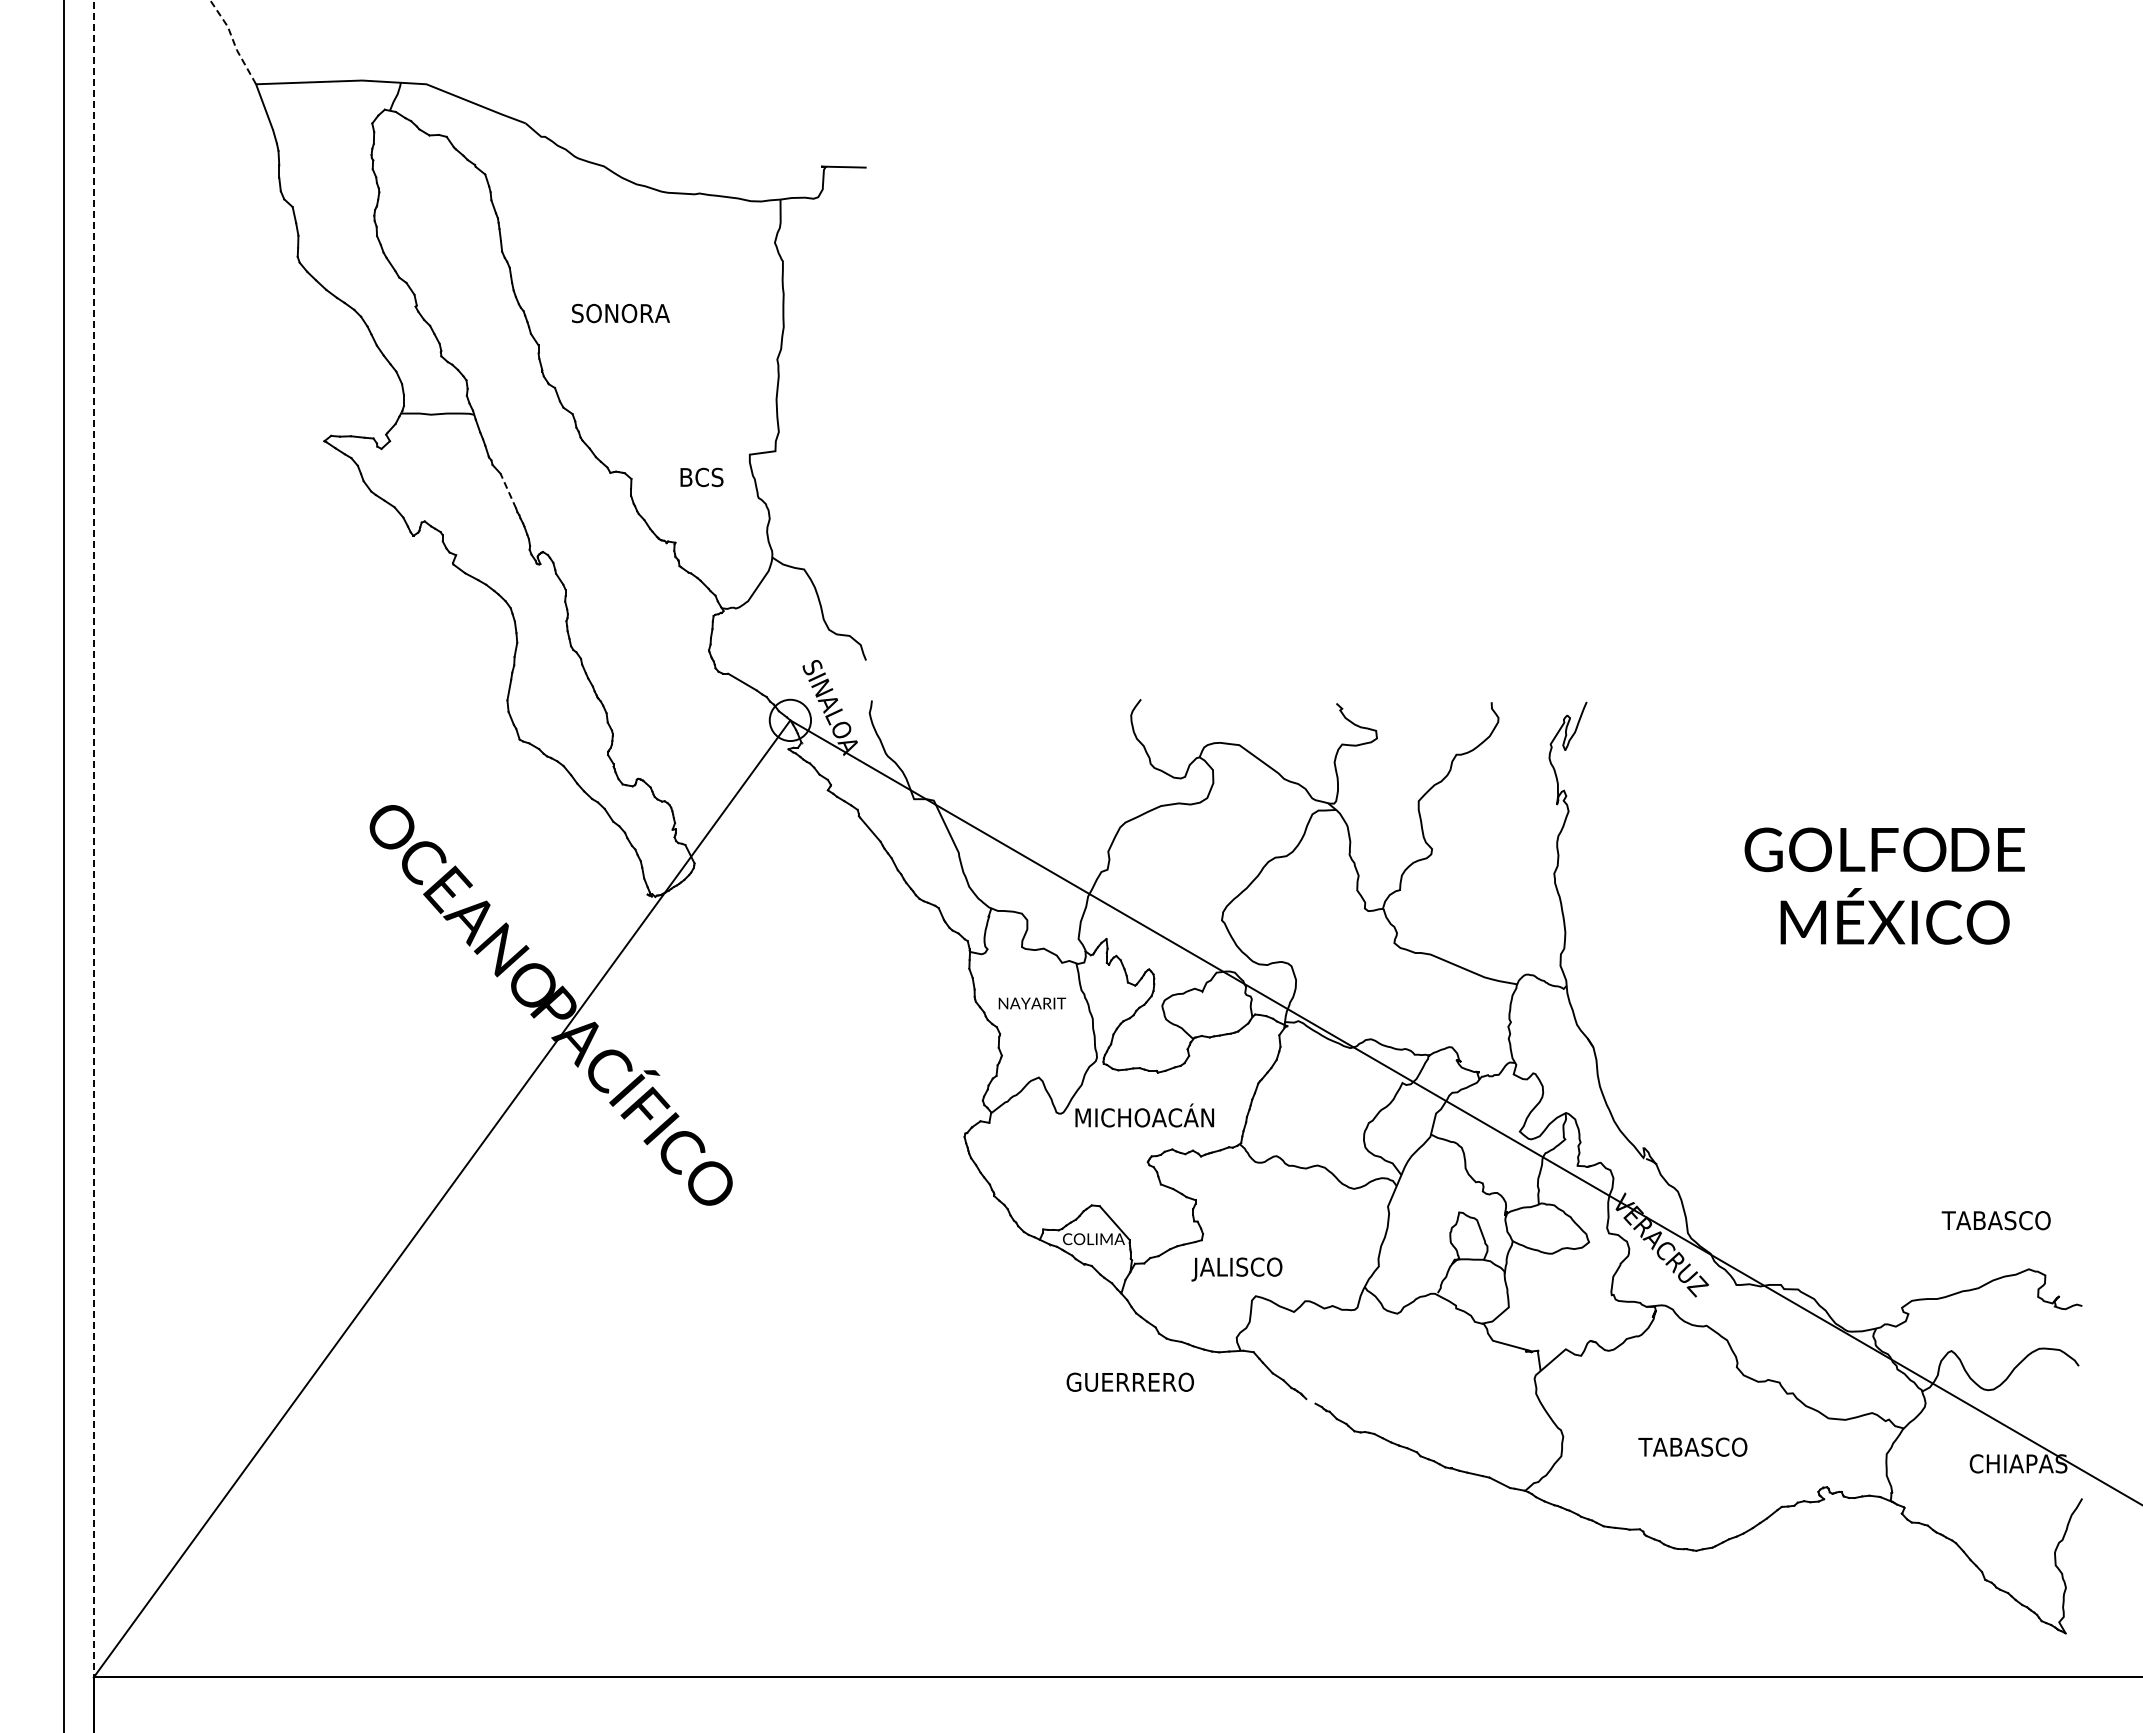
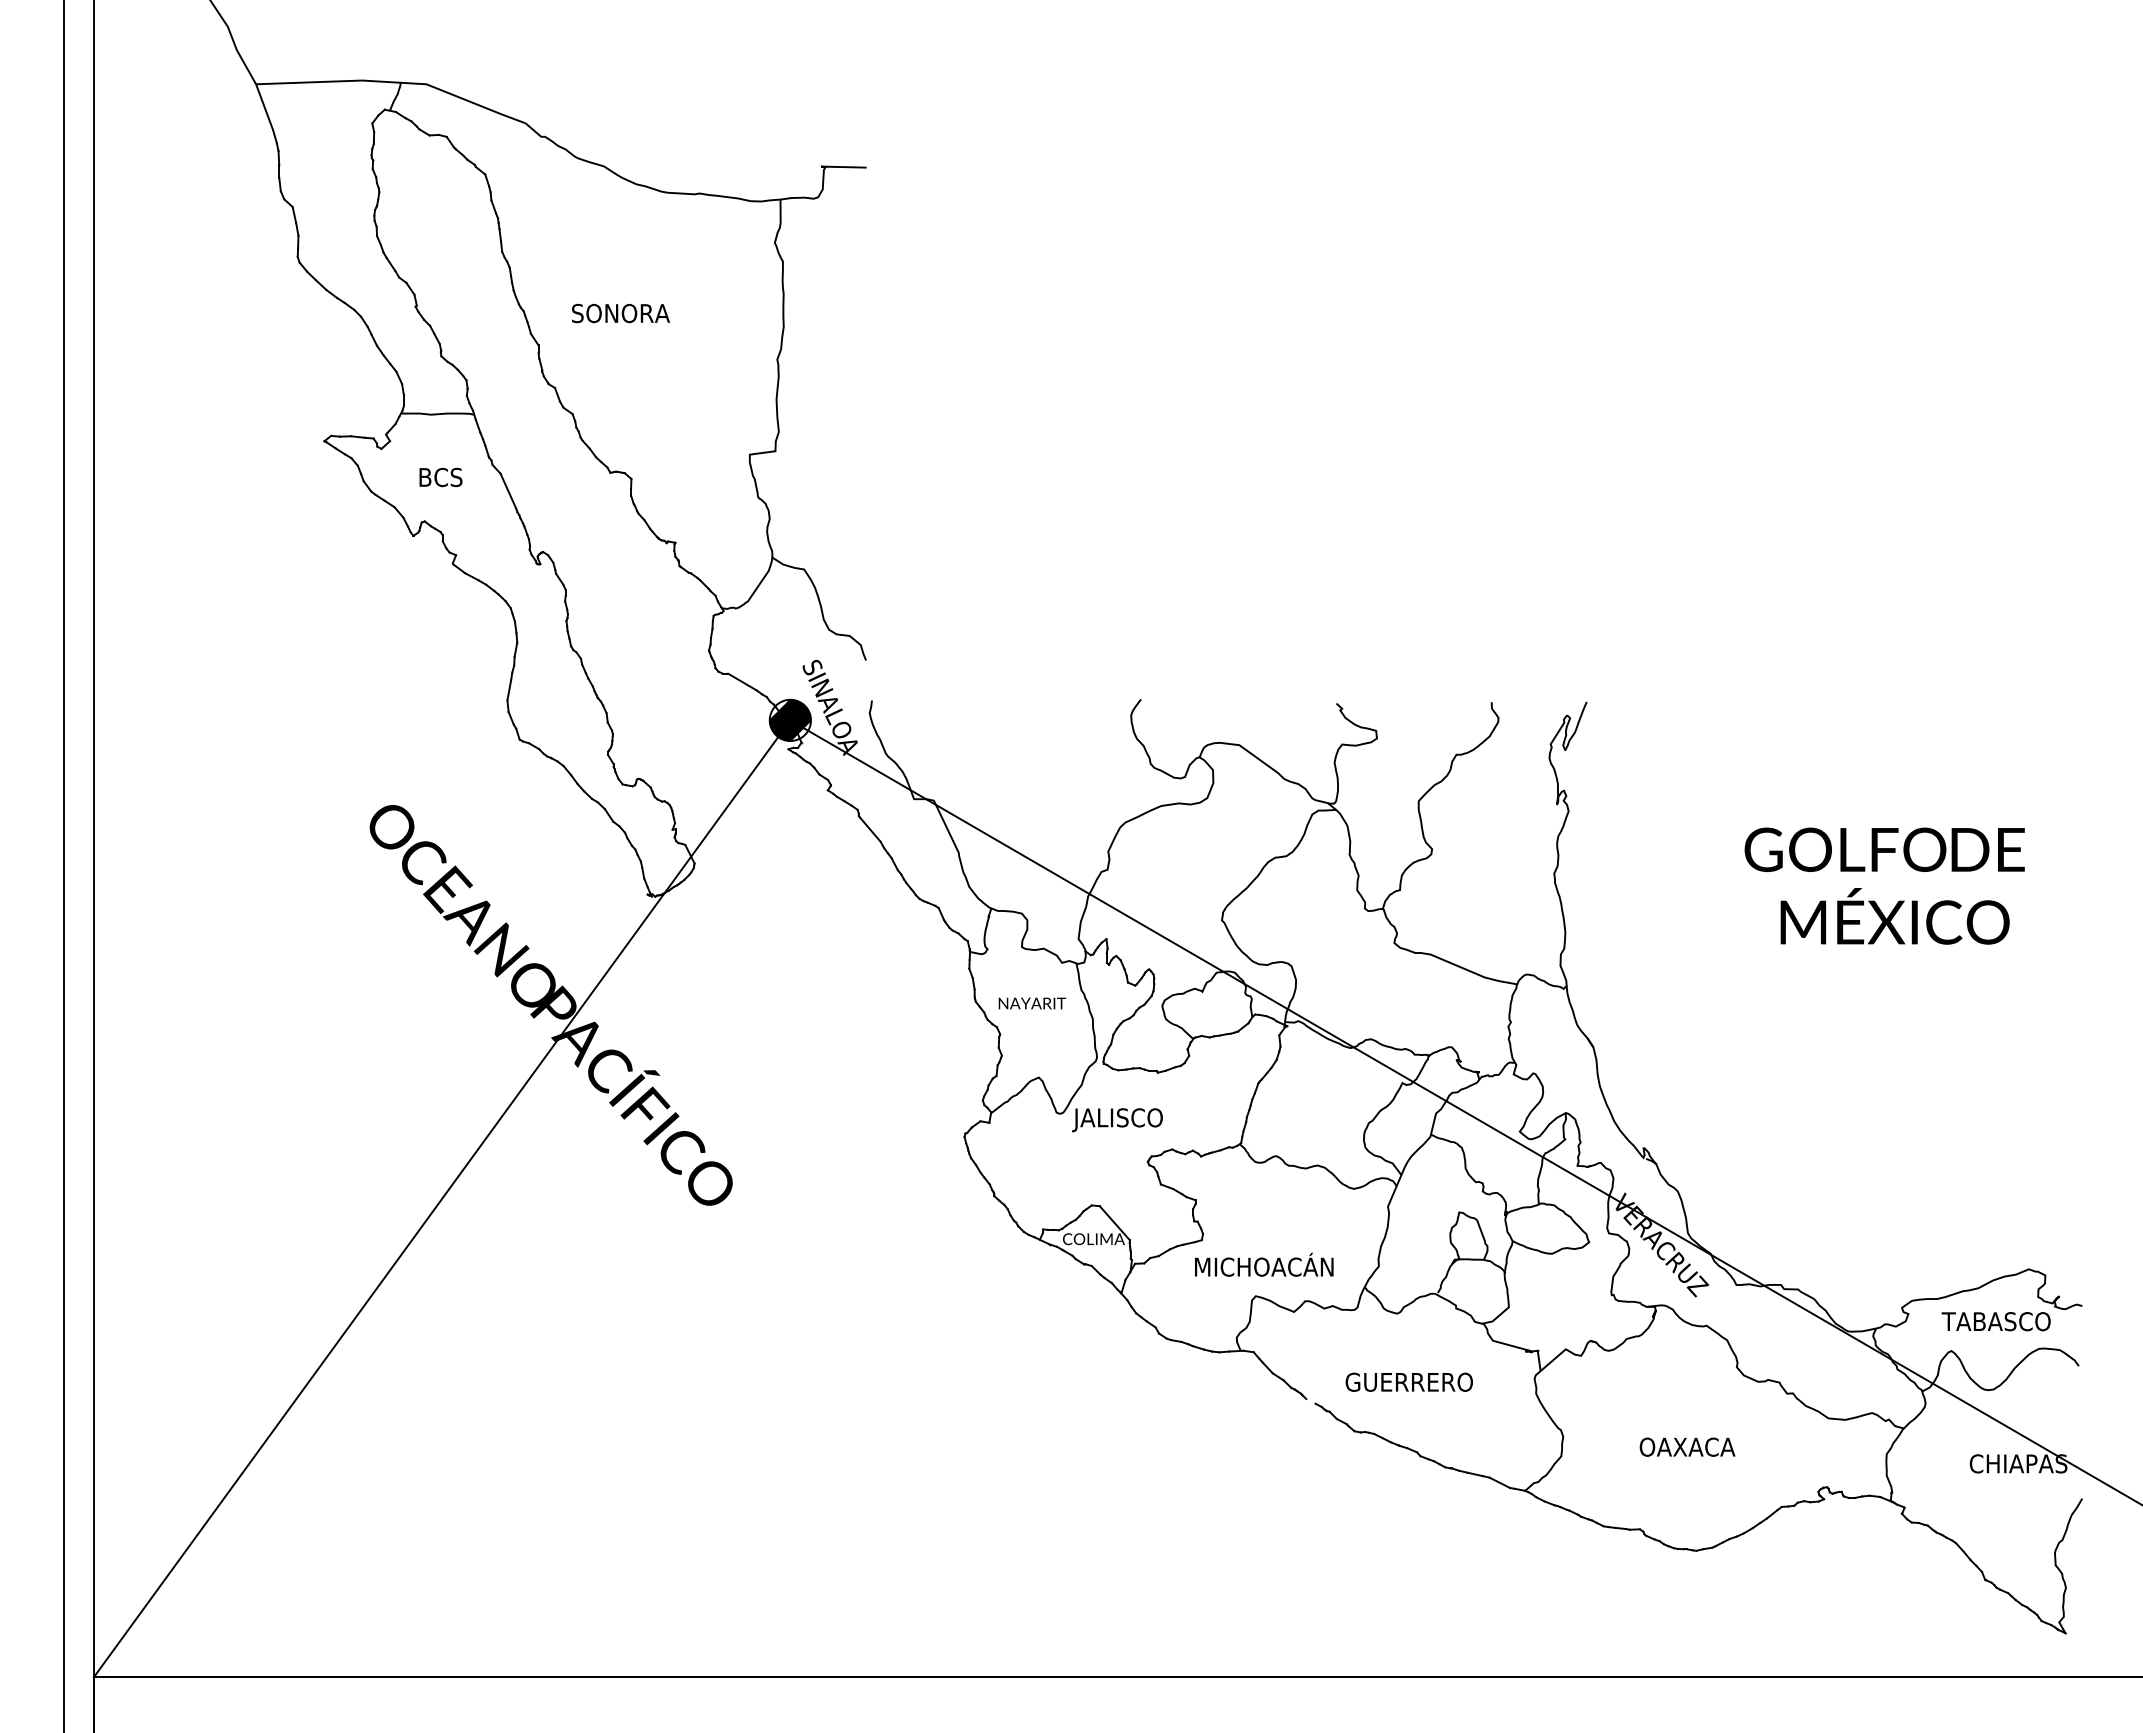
line at (233, 42): dashed -> solid
text at (701, 477) position: (701, 477) -> (440, 477)
line at (508, 490): dashed -> solid
hatch at (790, 720): none -> present
line at (93, 866): dashed -> solid
text at (1143, 1117): MICHOACÁN -> JALISCO
text at (1995, 1220) position: (1995, 1220) -> (1995, 1321)
text at (1262, 1266): JALISCO -> MICHOACÁN
text at (1129, 1381) position: (1129, 1381) -> (1408, 1381)
text at (1692, 1446): TABASCO -> OAXACA
